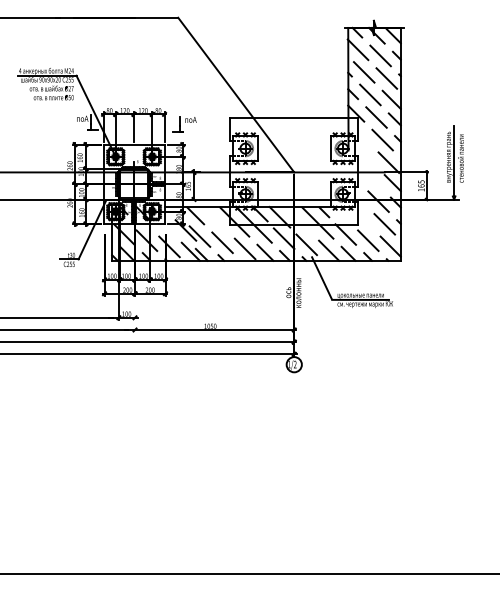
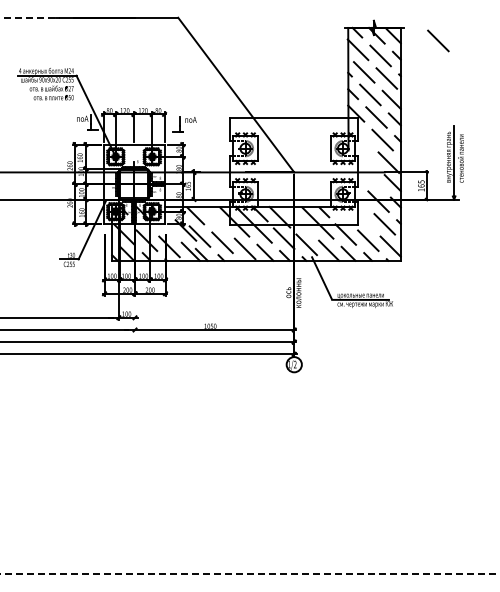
line at (30, 17): solid -> dashed
line at (438, 40): none -> present
line at (250, 574): solid -> dashed
